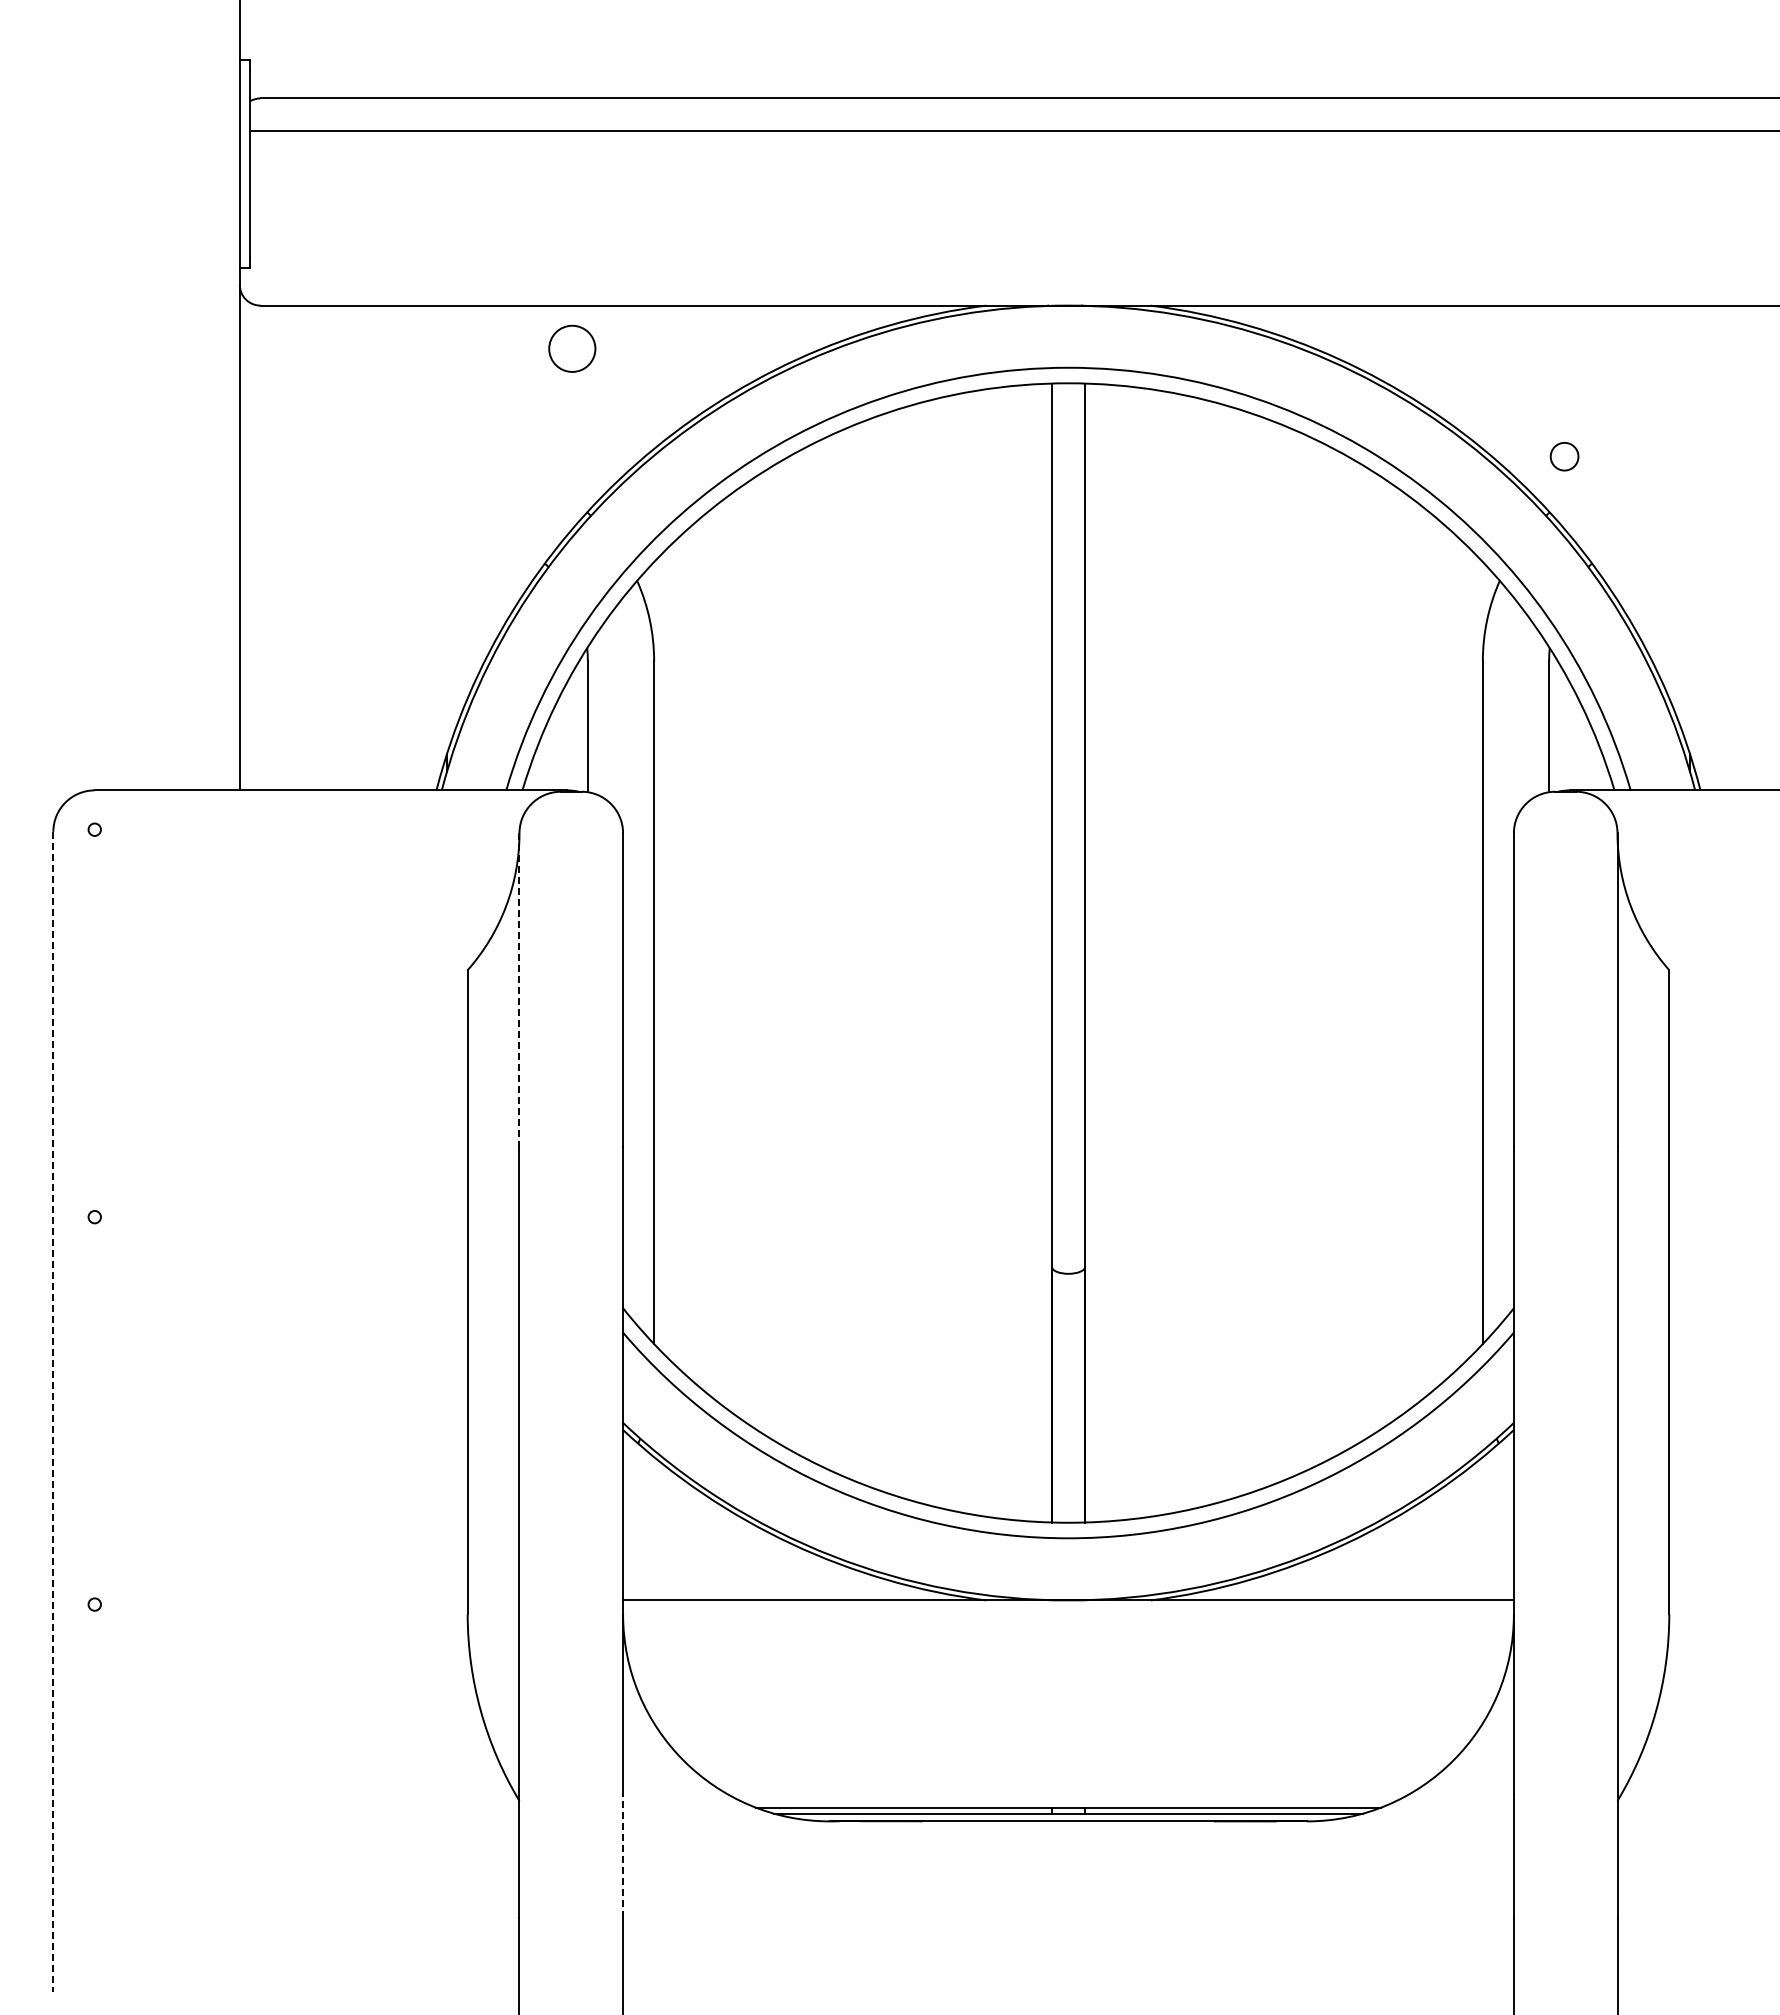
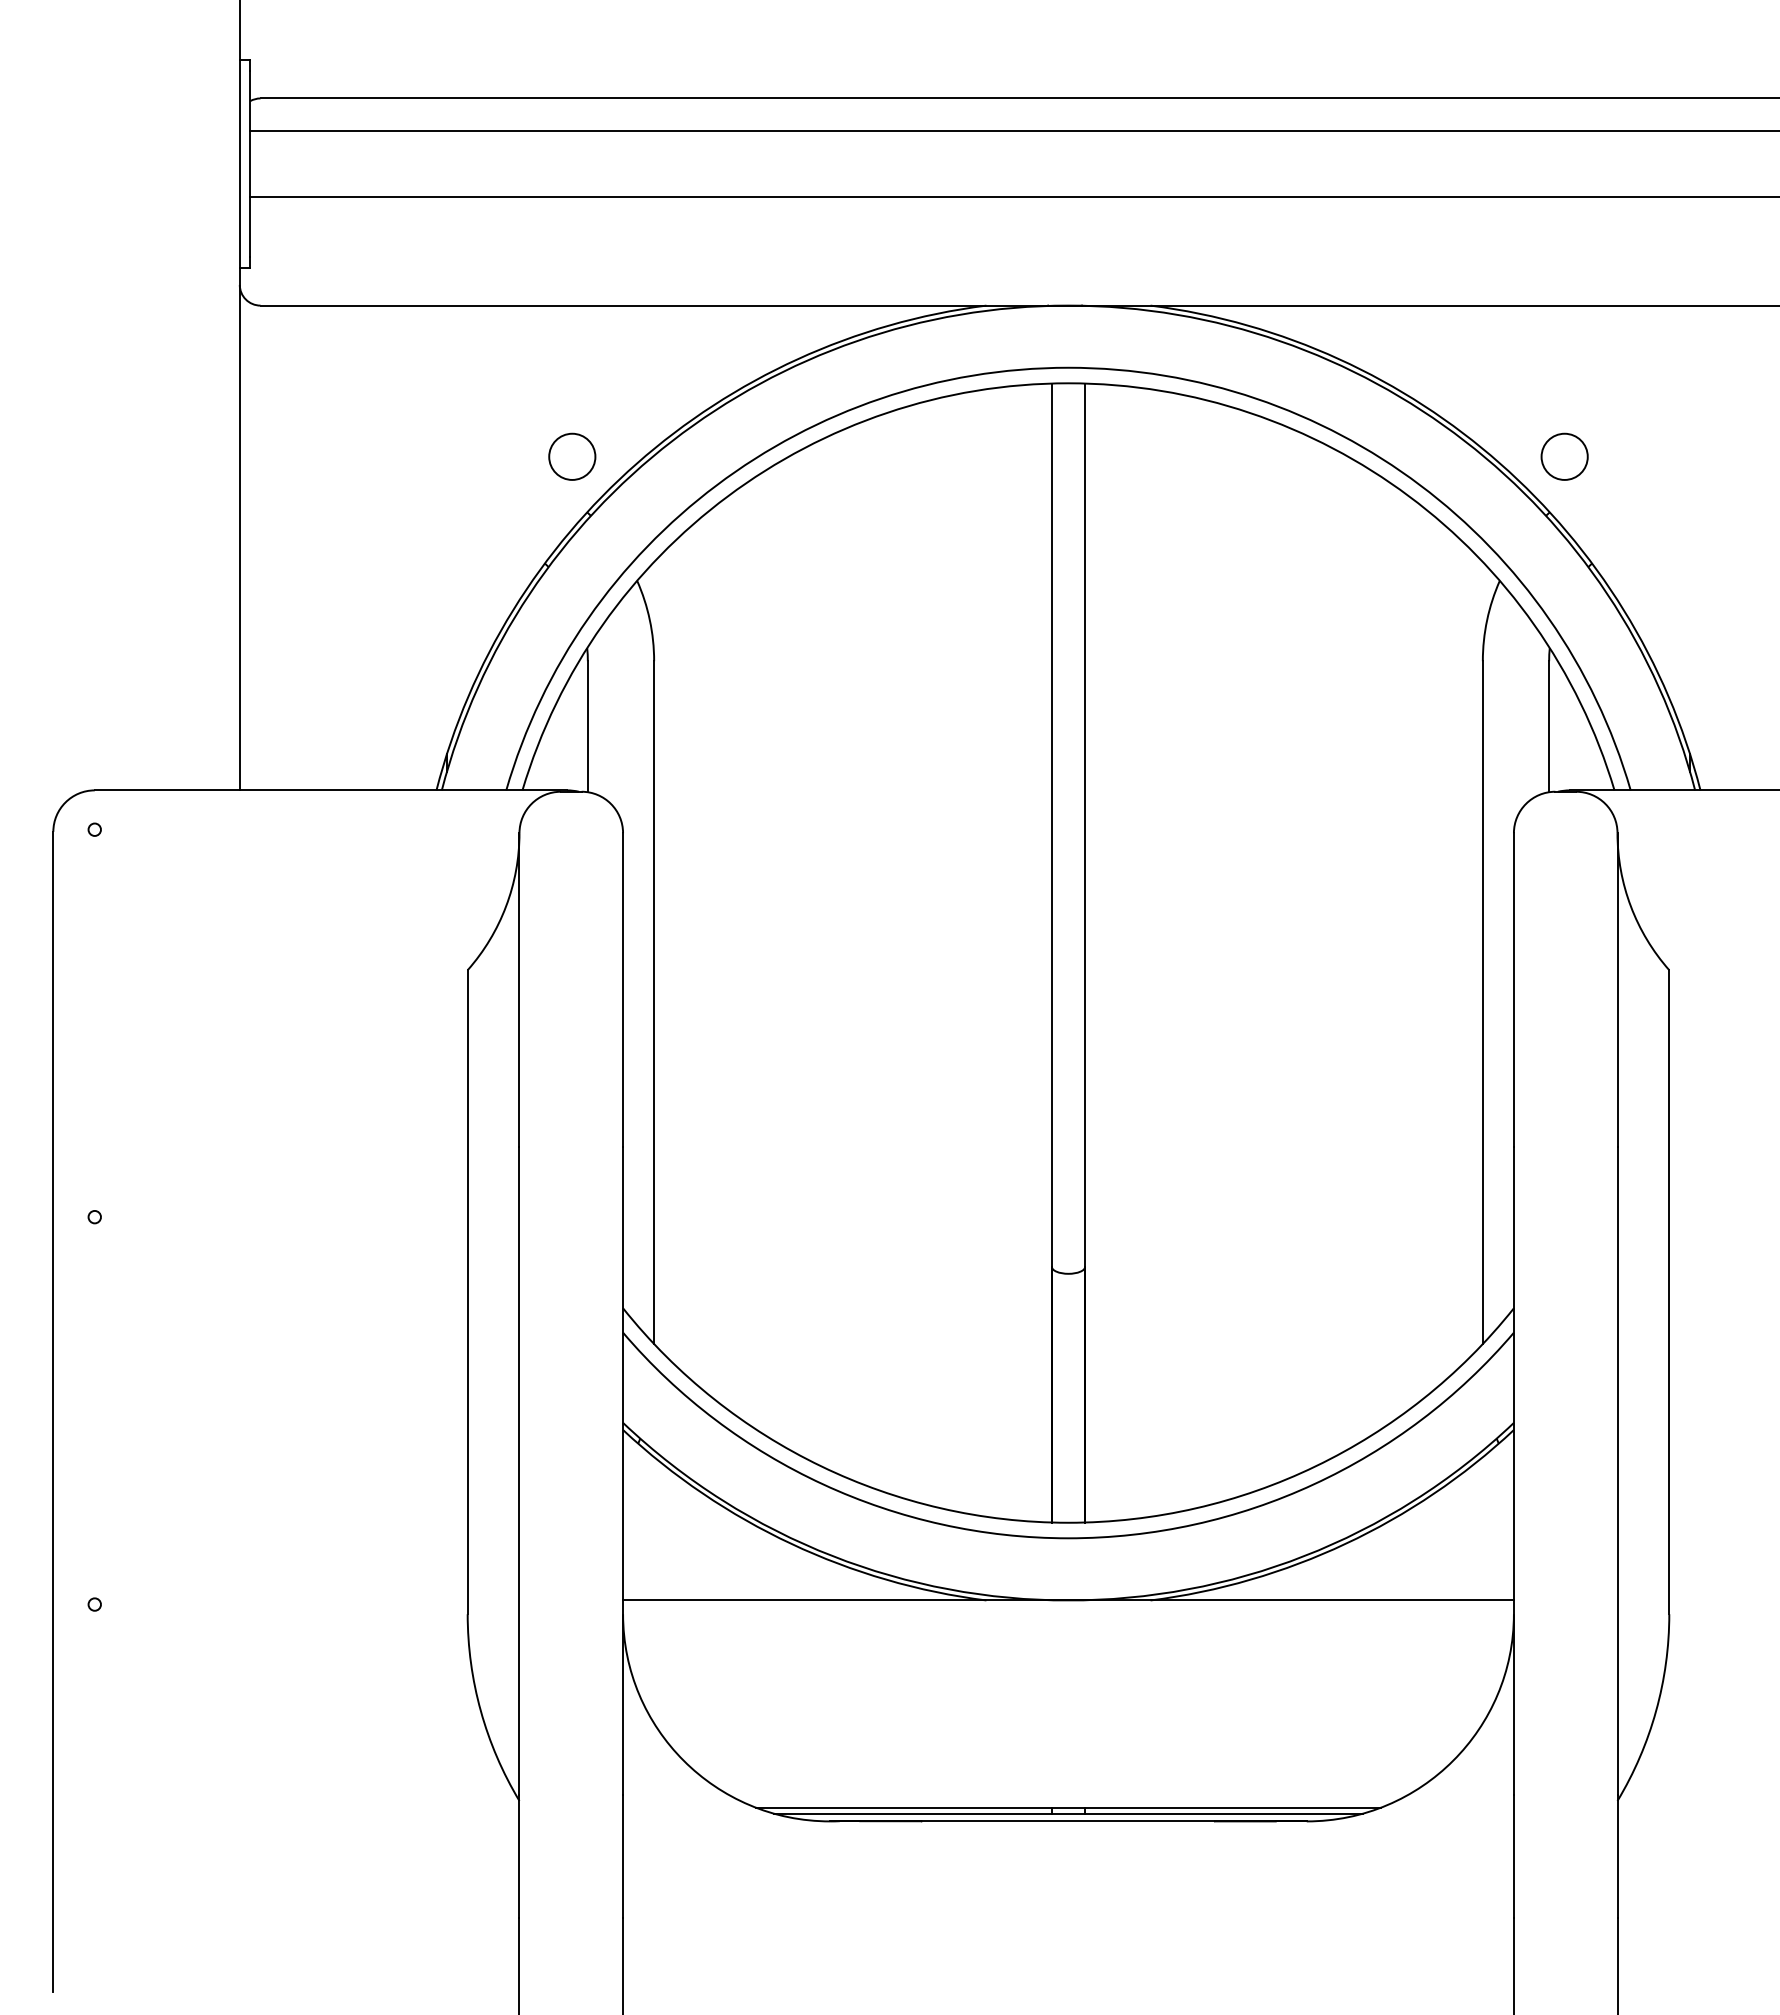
line at (1013, 197): none -> present
circle at (572, 348) position: (572, 348) -> (572, 456)
circle at (1564, 456) size: 31x30 px -> 49x49 px
line at (519, 990): dashed -> solid
line at (53, 1412): dashed -> solid
line at (623, 1855): dashed -> solid
